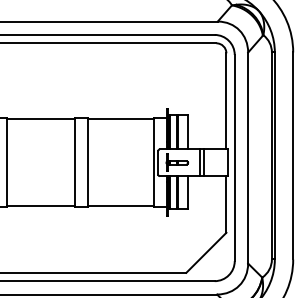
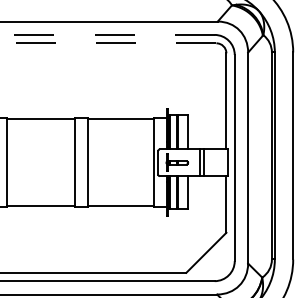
line at (107, 34): solid -> dashed
line at (108, 43): solid -> dashed
